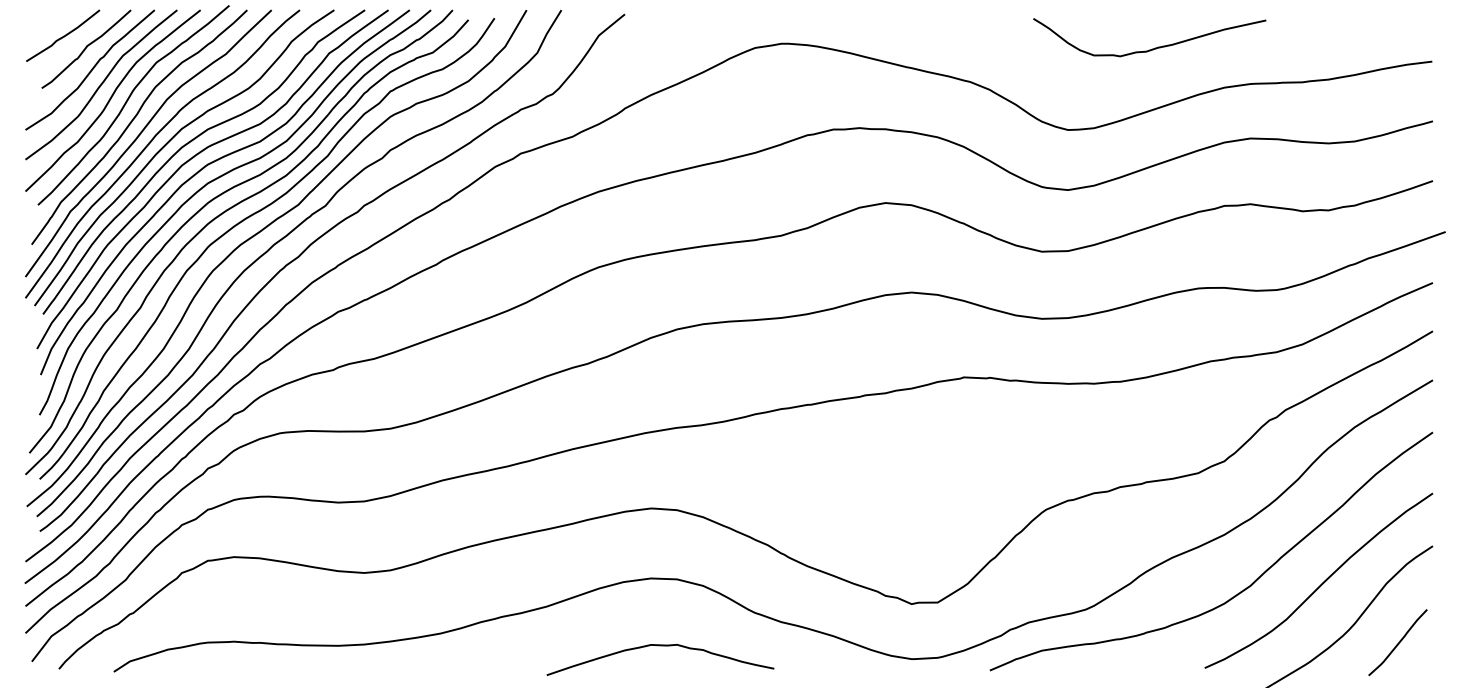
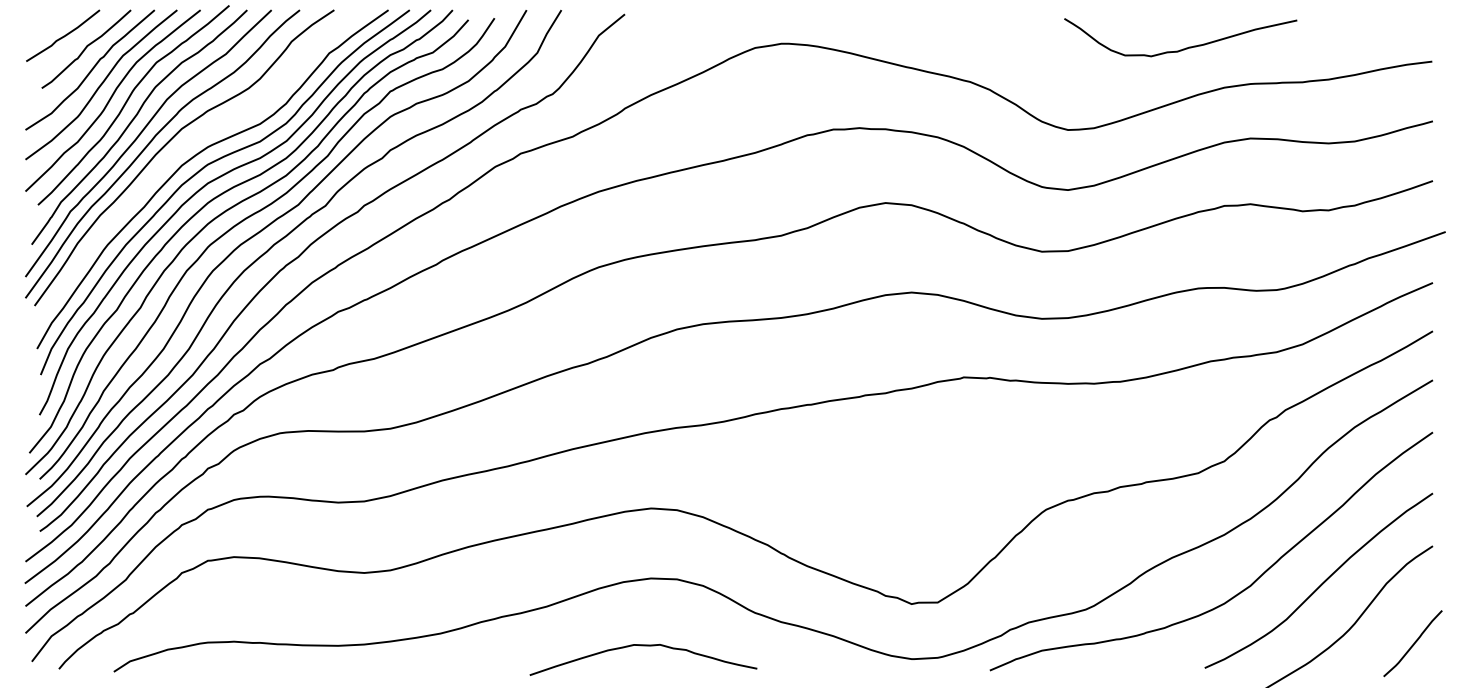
curve at (1152, 48) position: (1152, 48) -> (1183, 48)
curve at (188, 144): present -> none
curve at (1398, 642) position: (1398, 642) -> (1413, 643)
curve at (660, 646) position: (660, 646) -> (643, 646)
